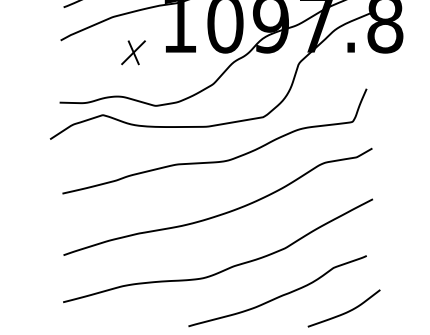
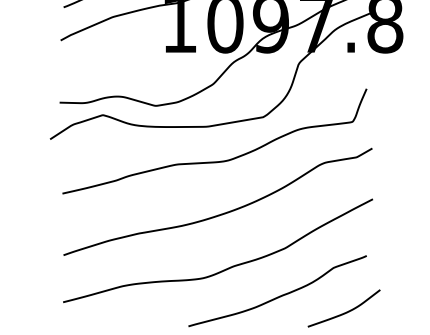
part at (133, 52): present -> none
